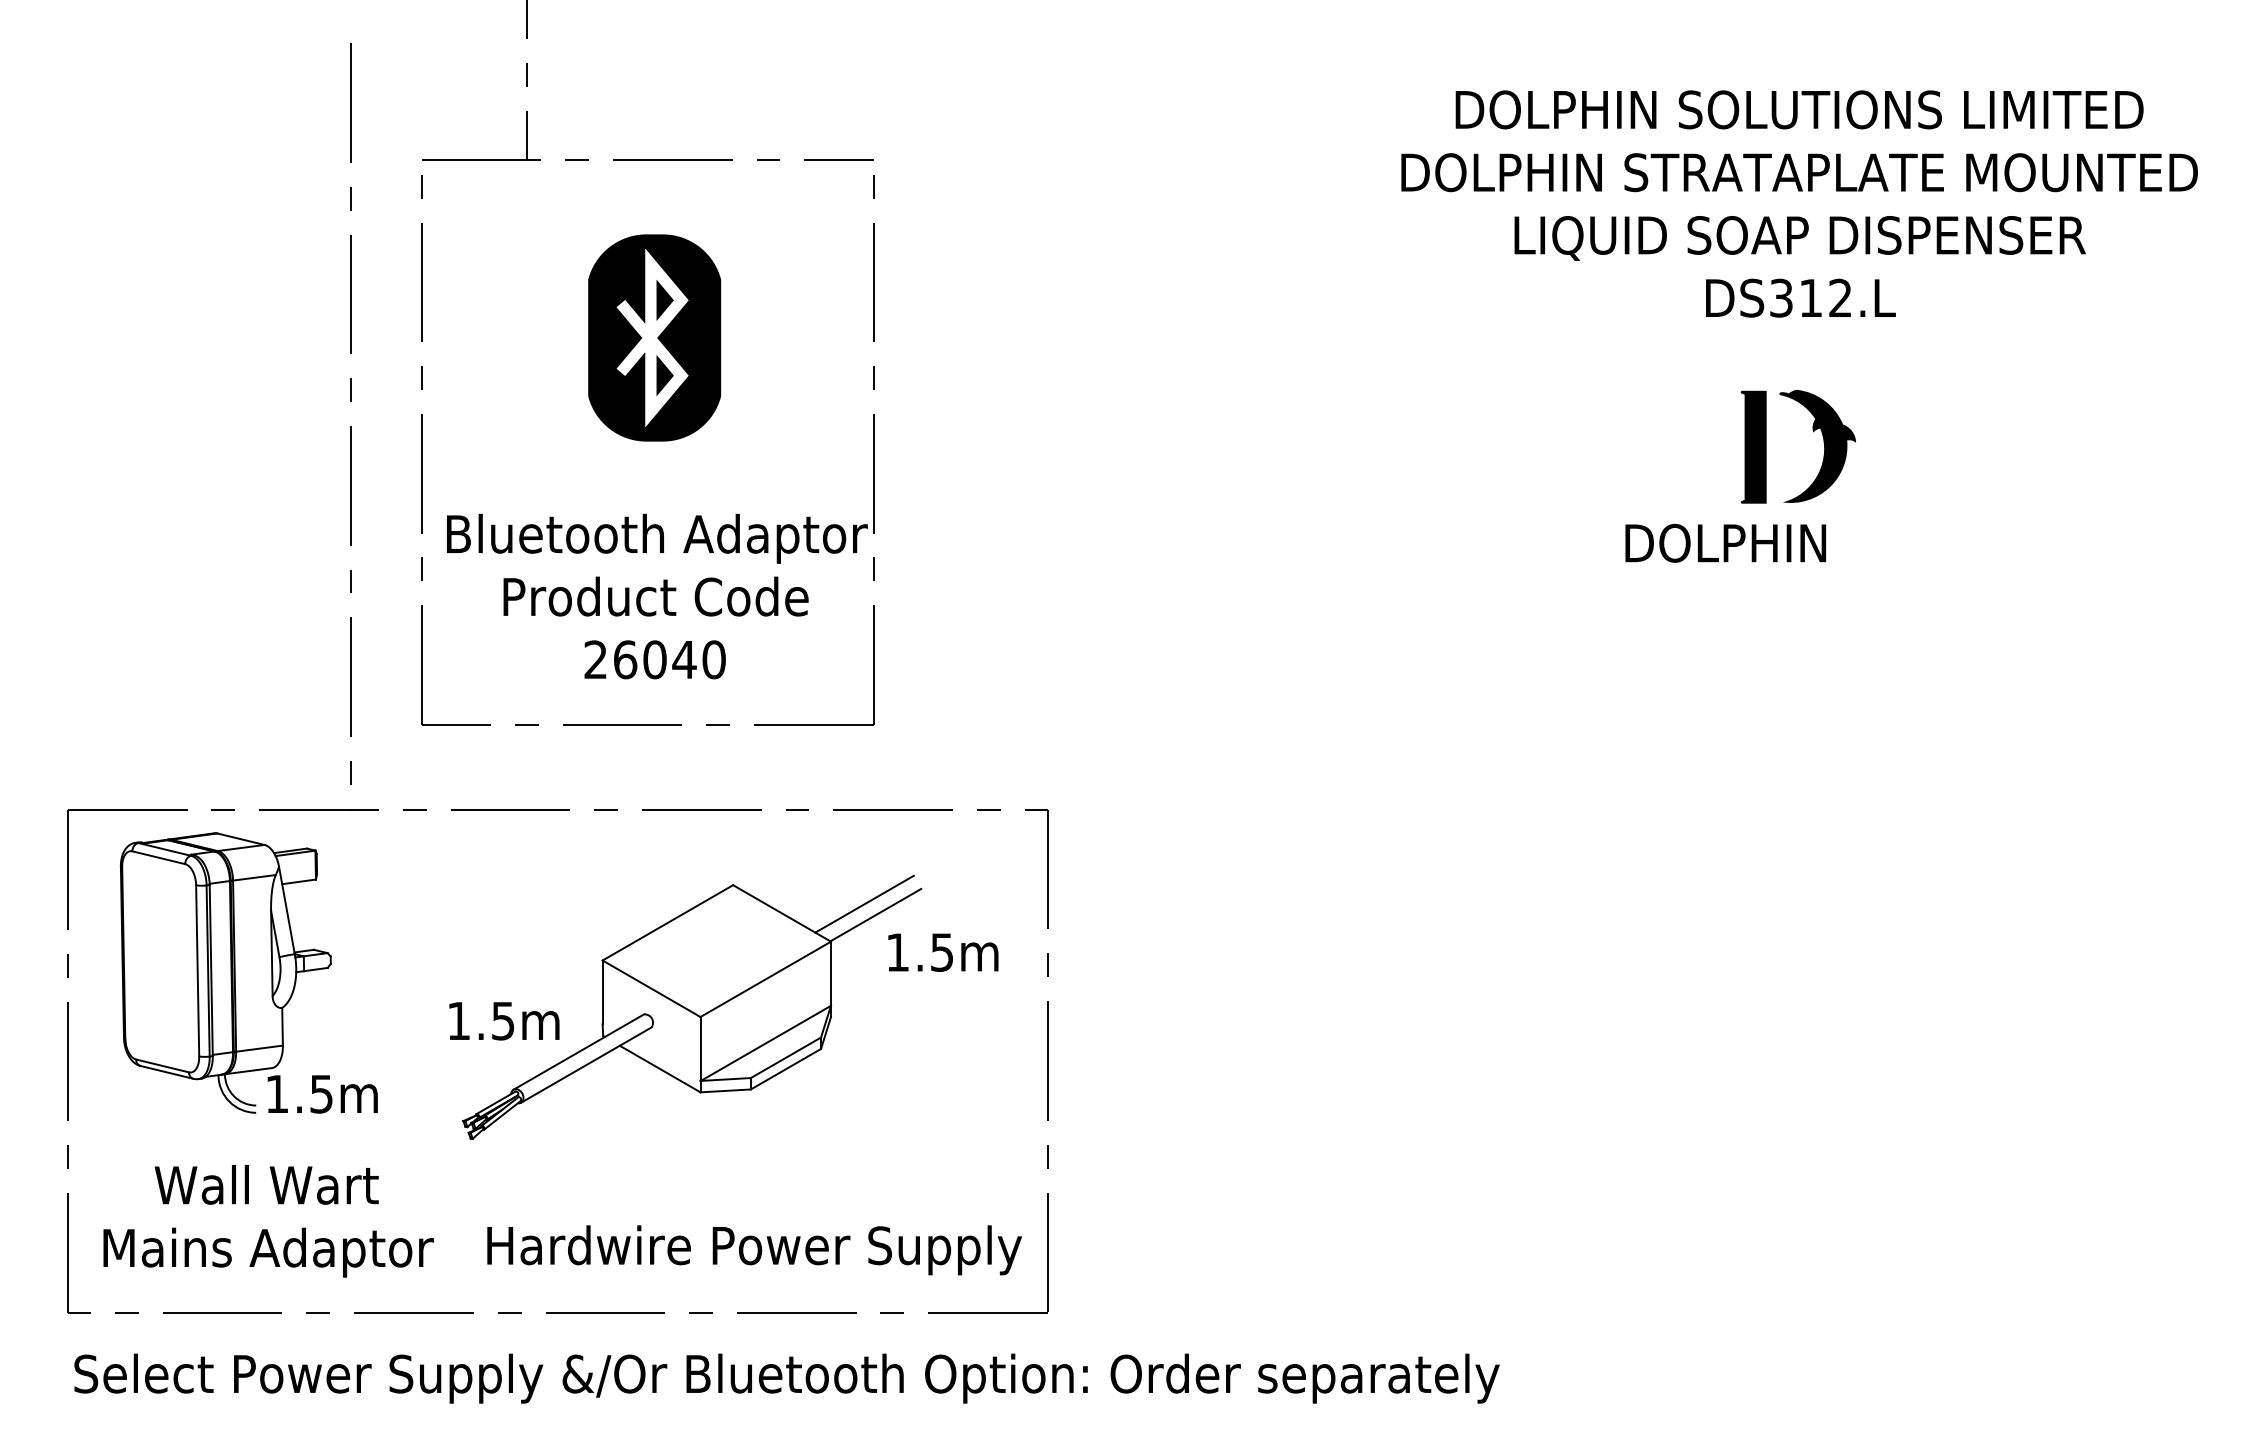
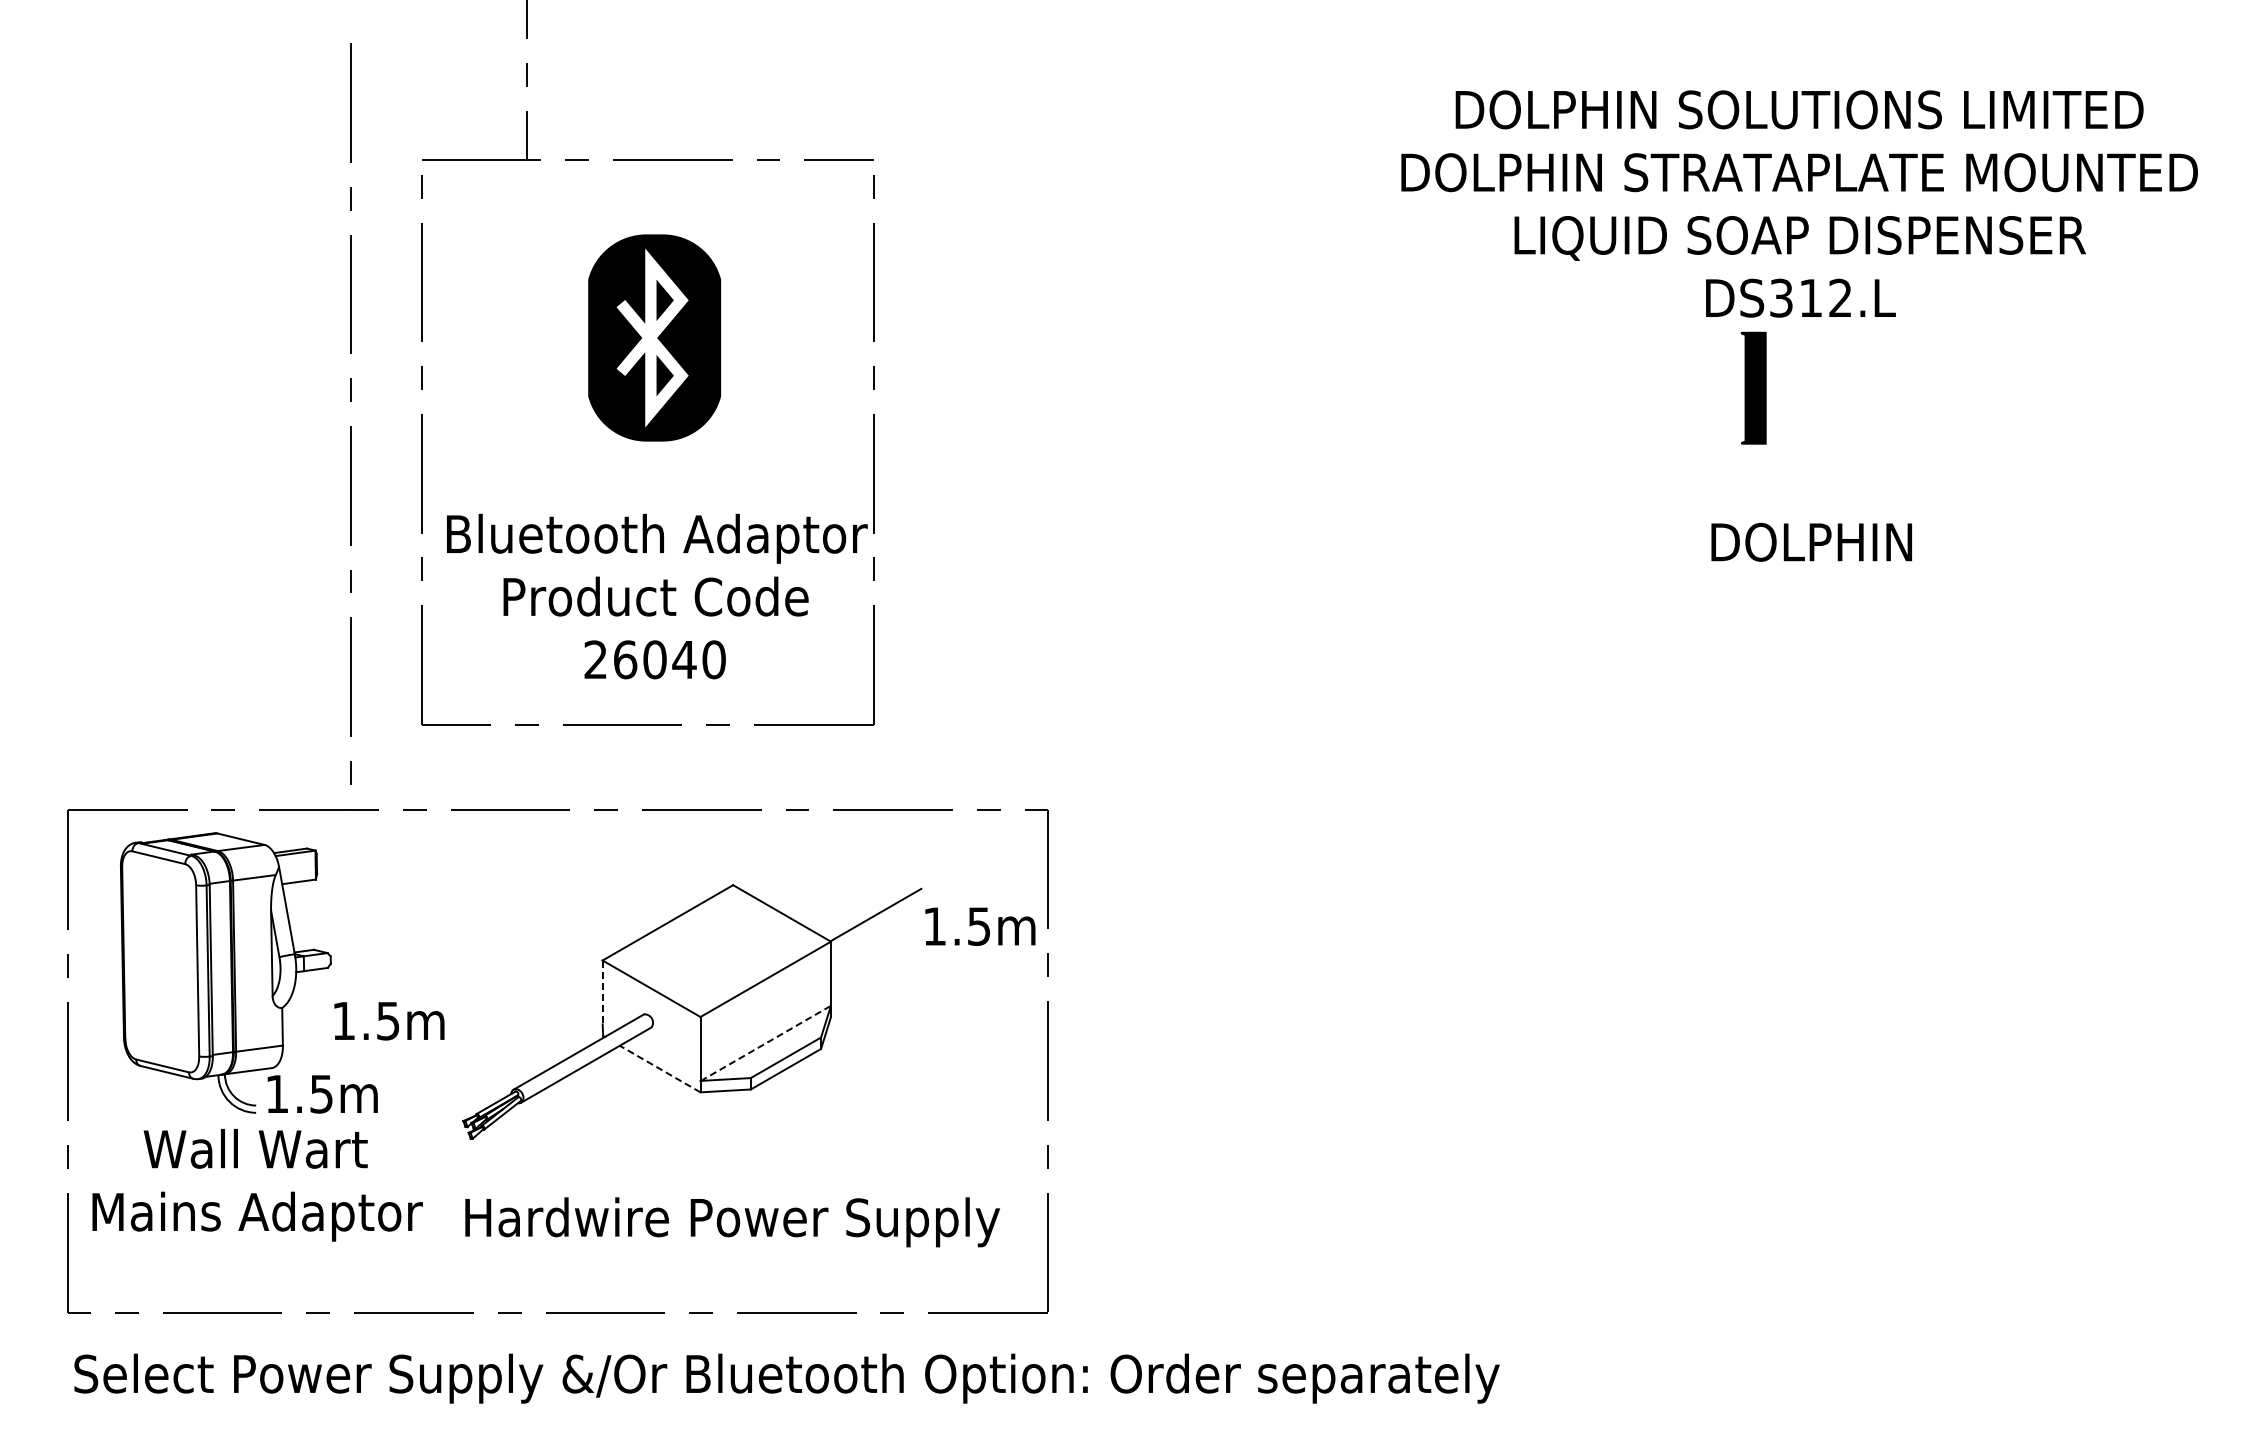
fill at (1817, 445): present -> none
part at (1753, 446) position: (1753, 446) -> (1753, 387)
text at (1725, 542) position: (1725, 542) -> (1811, 541)
line at (864, 903): present -> none
text at (943, 952) position: (943, 952) -> (980, 926)
line at (602, 992): solid -> dashed
text at (504, 1021) position: (504, 1021) -> (389, 1021)
line at (766, 1043): solid -> dashed
line at (660, 1069): solid -> dashed
text at (268, 1221) position: (268, 1221) -> (257, 1185)
text at (754, 1250) position: (754, 1250) -> (732, 1222)
